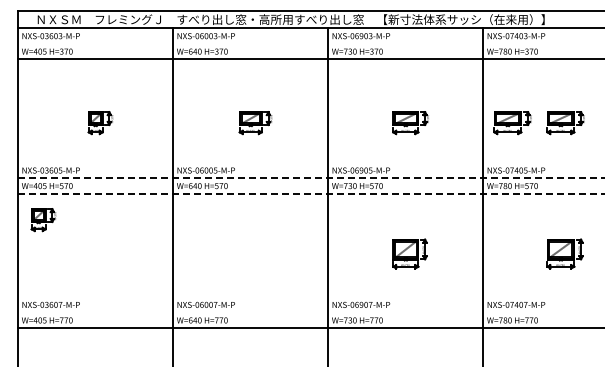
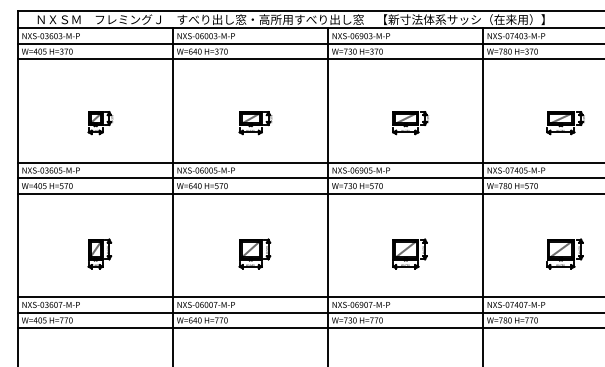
line at (309, 43): none -> present
part at (512, 123): present -> none
line at (309, 162): none -> present
line at (311, 178): dashed -> solid
line at (311, 193): dashed -> solid
part at (43, 220): present -> none
part at (99, 253): none -> present
part at (254, 253): none -> present
line at (309, 297): none -> present
line at (309, 312): none -> present
